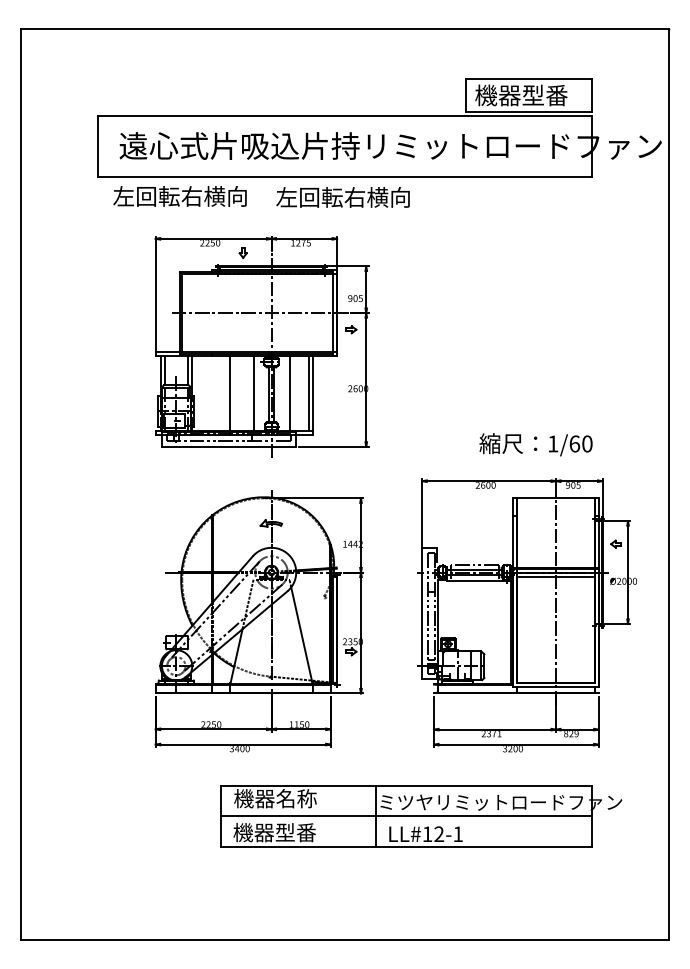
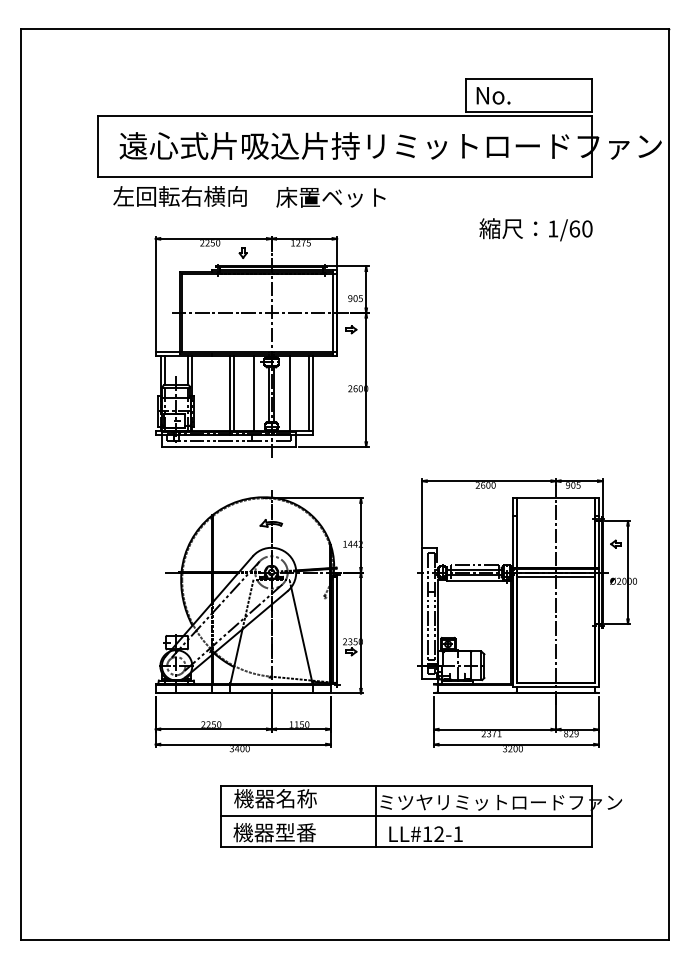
text at (521, 95): 機器型番 -> No.
text at (342, 197): 左回転右横向 -> 床置ベット
line at (234, 393): none -> present
text at (535, 444) position: (535, 444) -> (535, 229)
